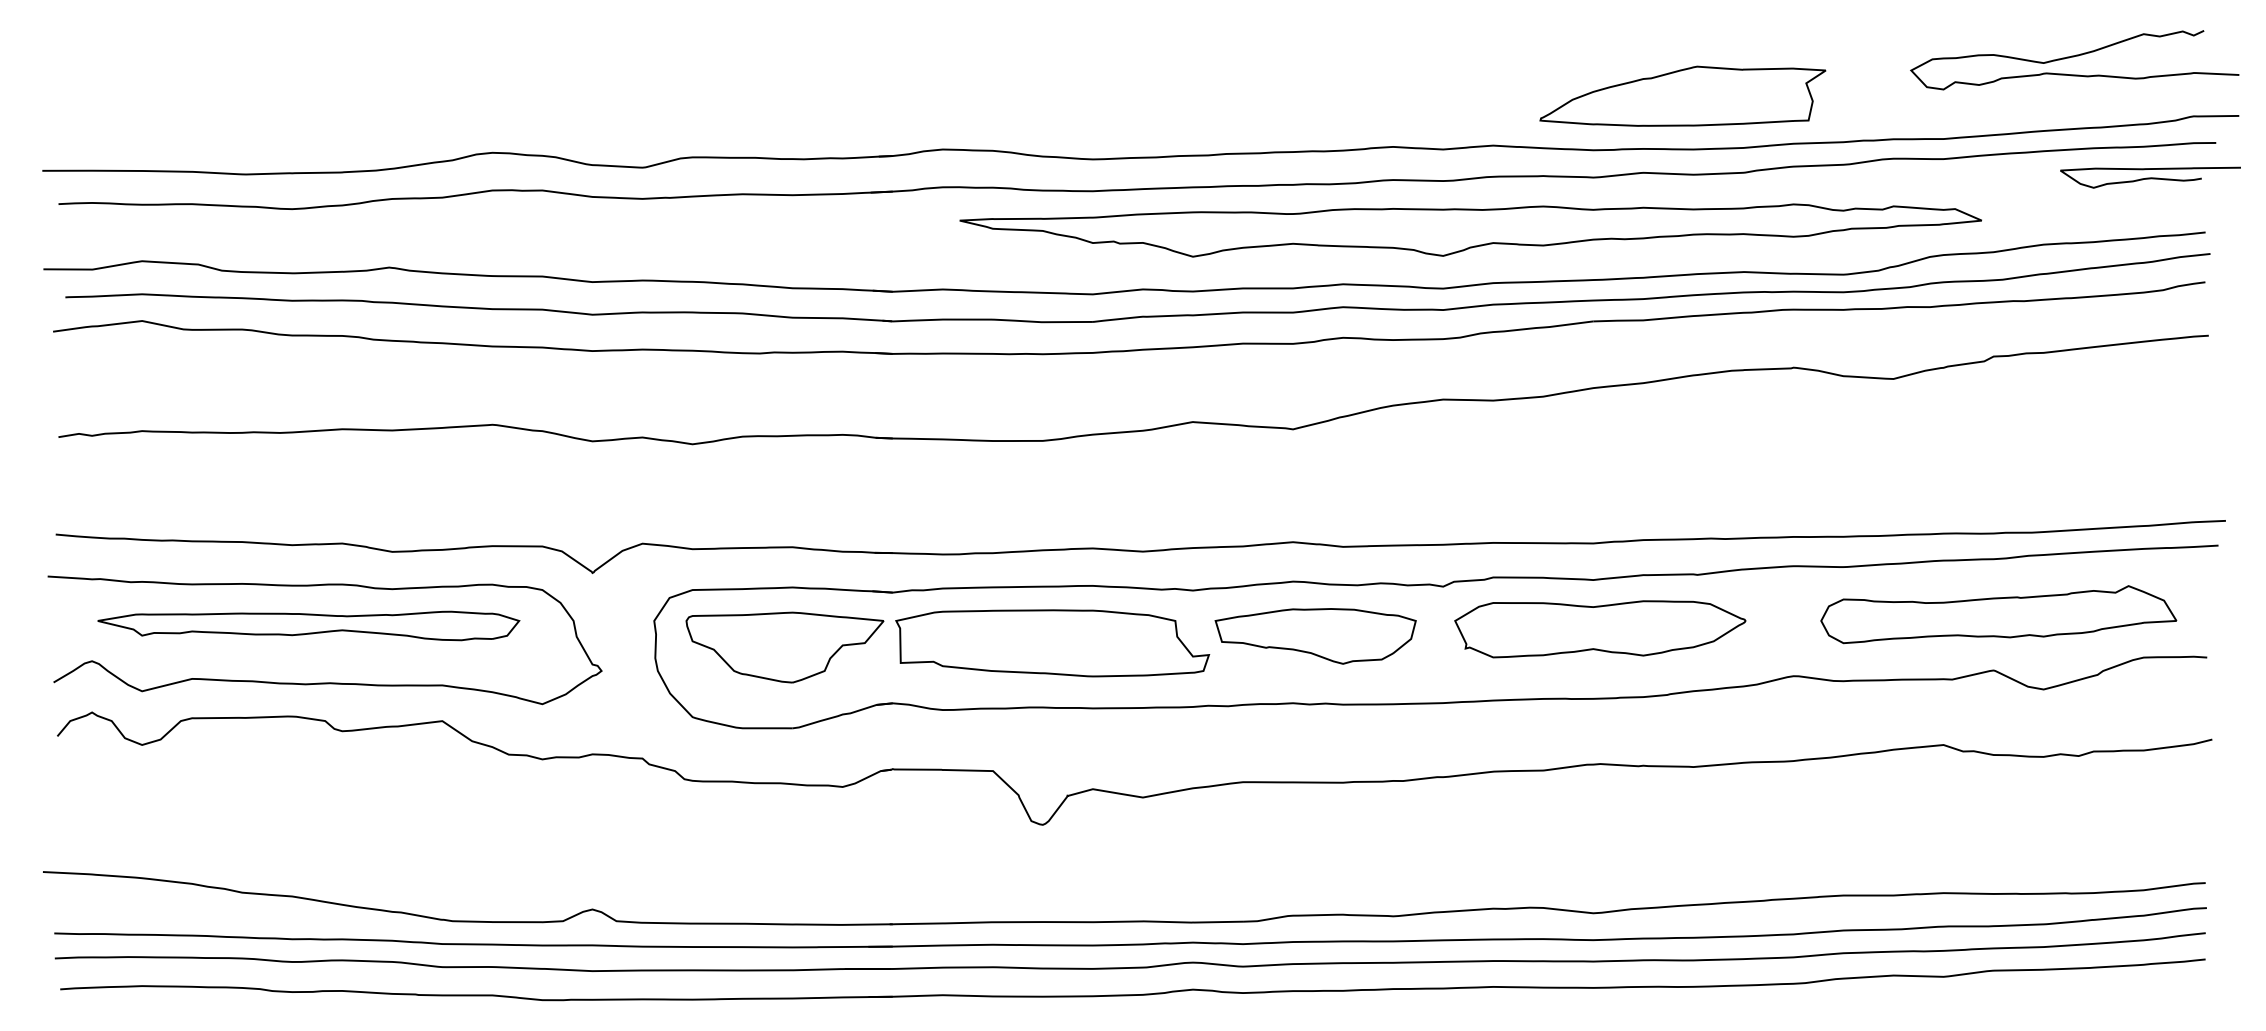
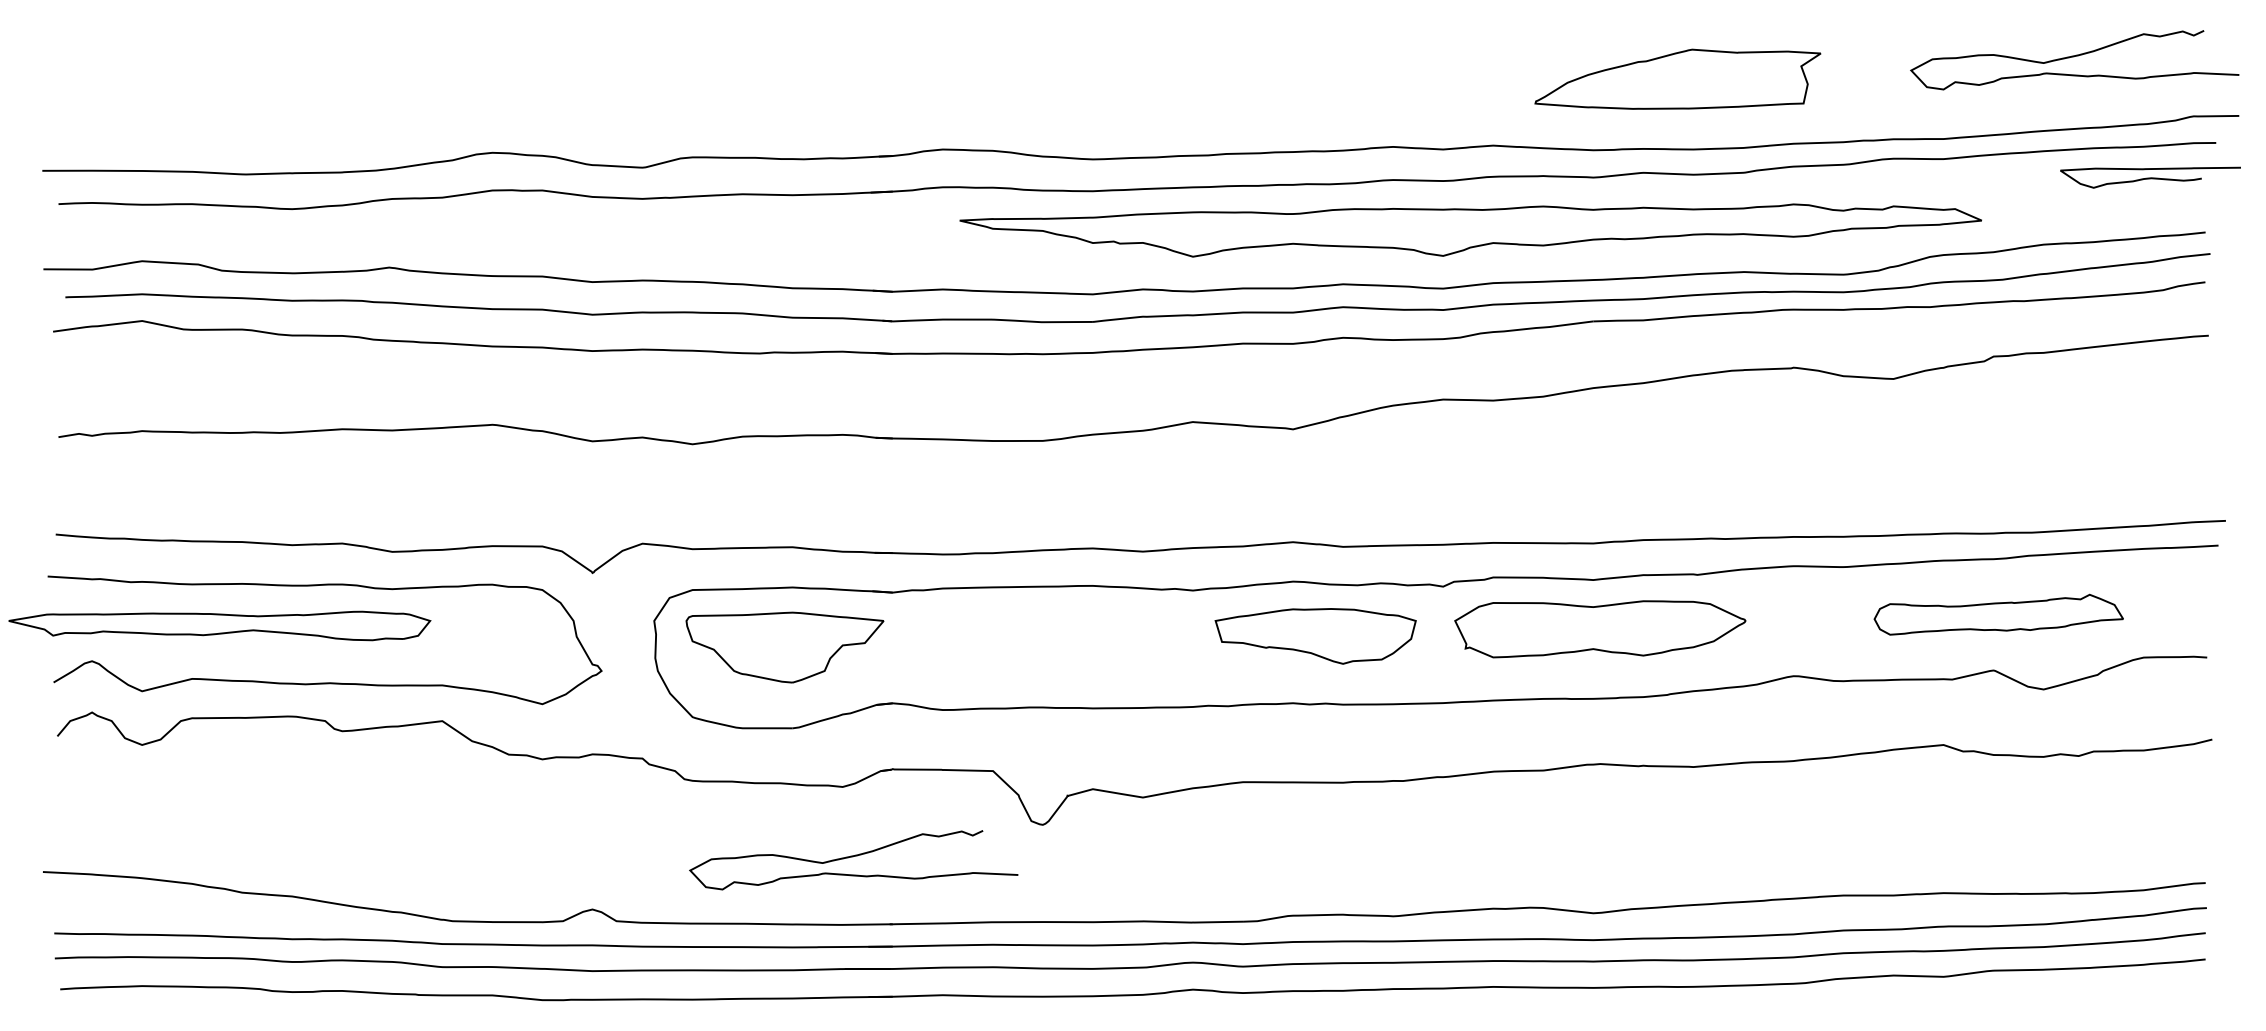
part at (1682, 95) position: (1682, 95) -> (1677, 78)
part at (1998, 614) size: 358x60 px -> 251x43 px
part at (308, 625) position: (308, 625) -> (219, 625)
part at (1052, 643): present -> none
curve at (853, 857): none -> present
